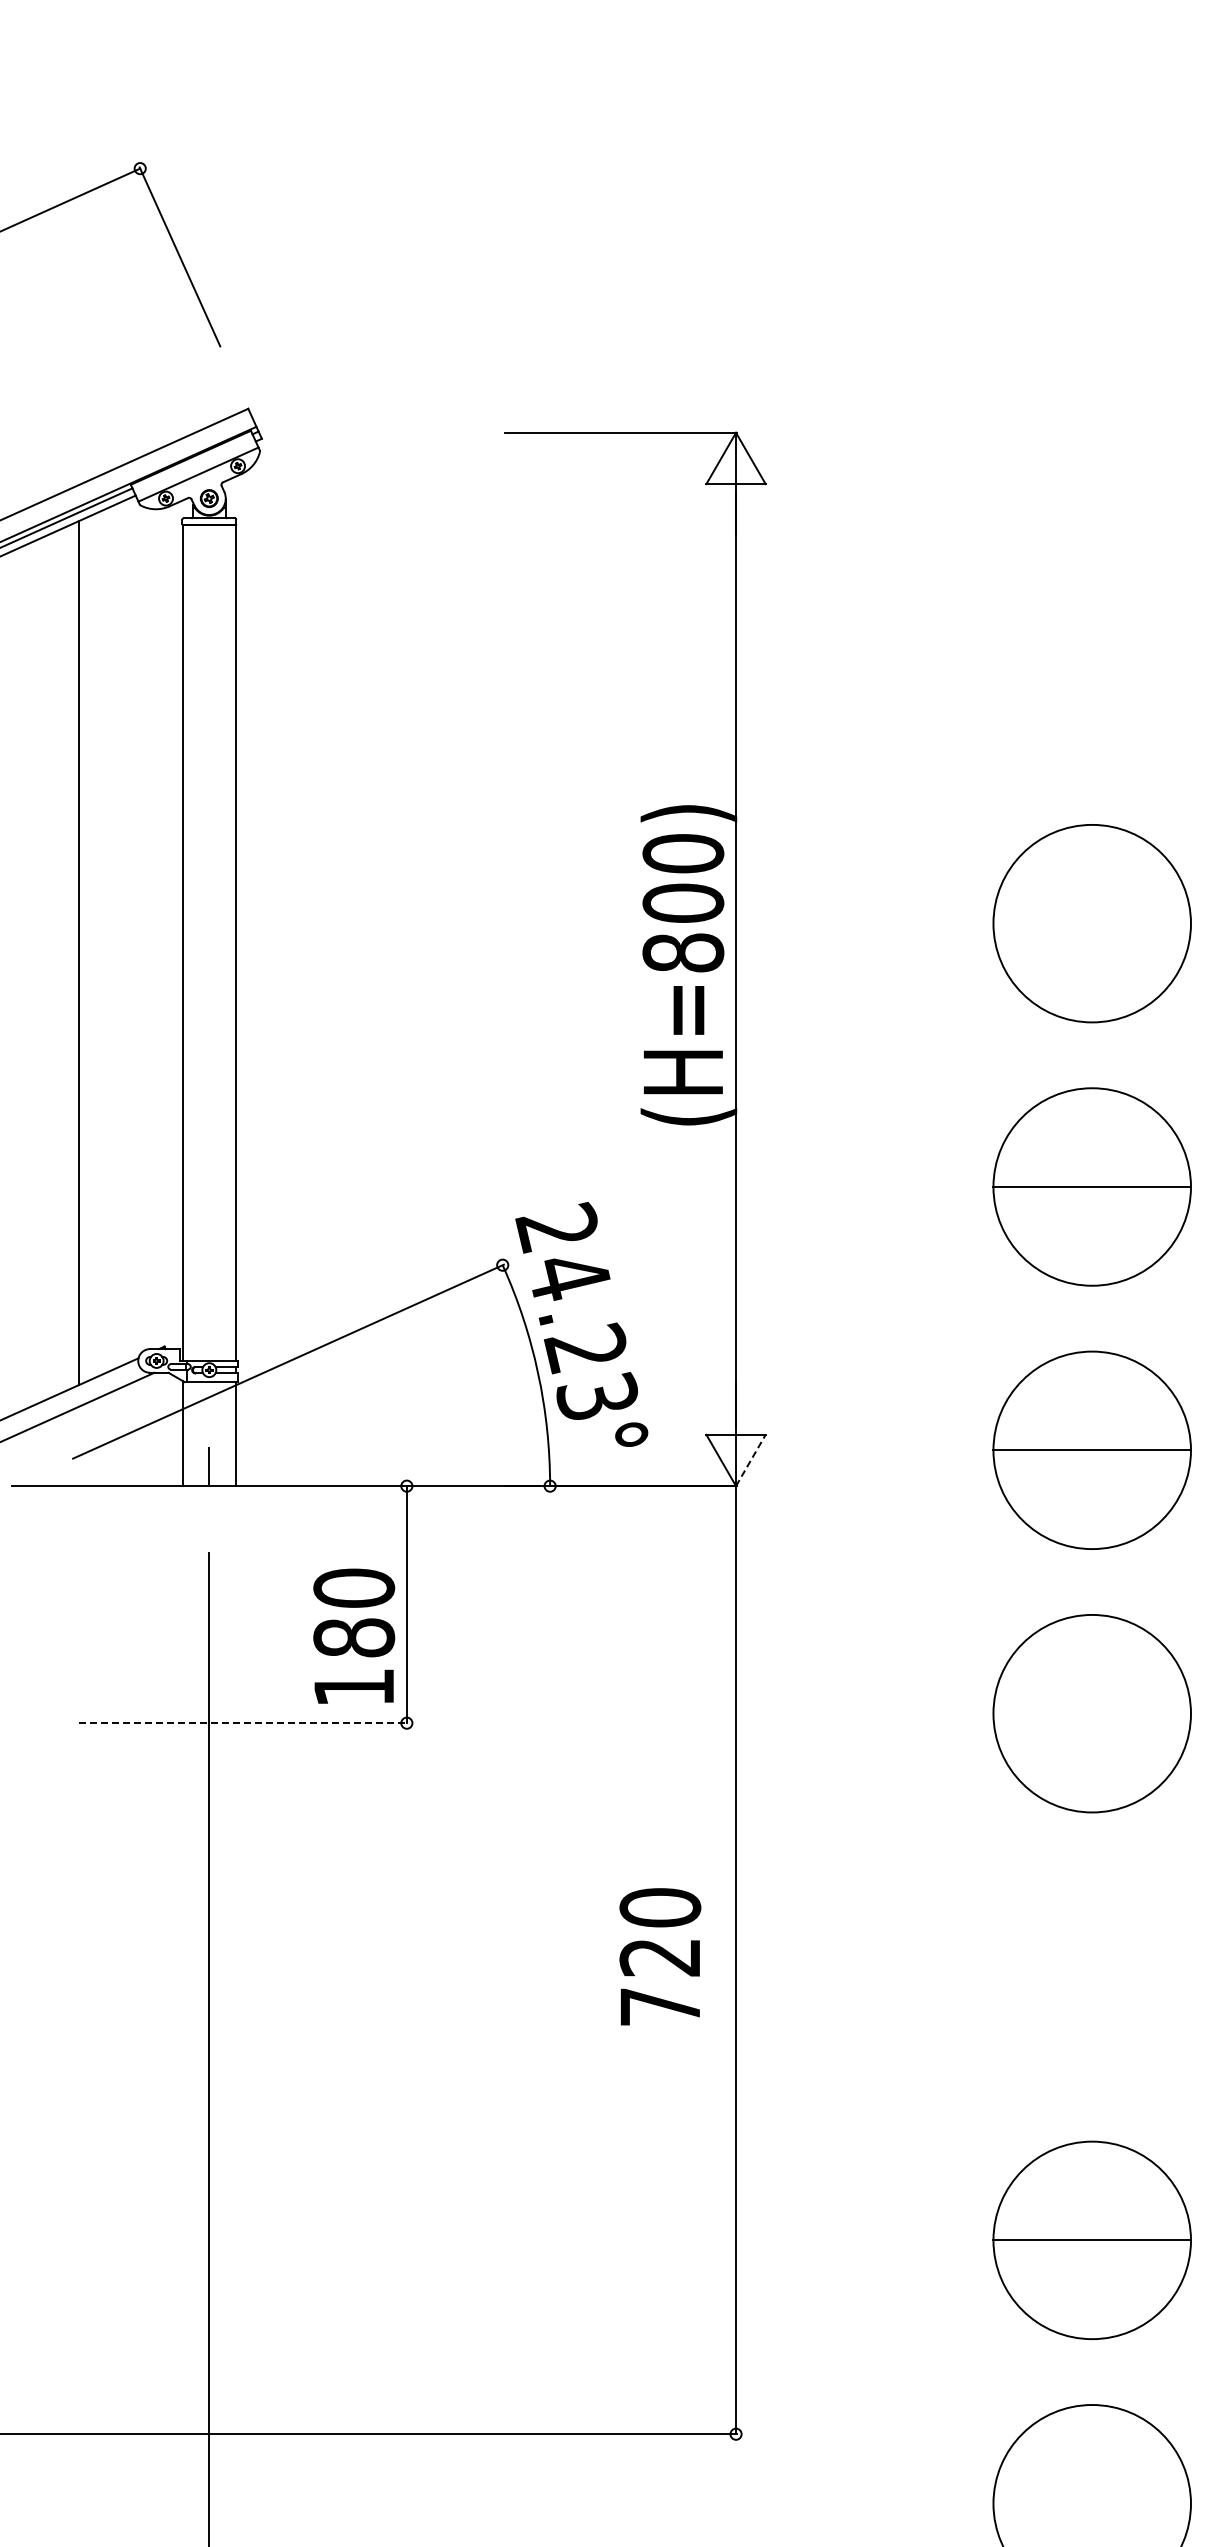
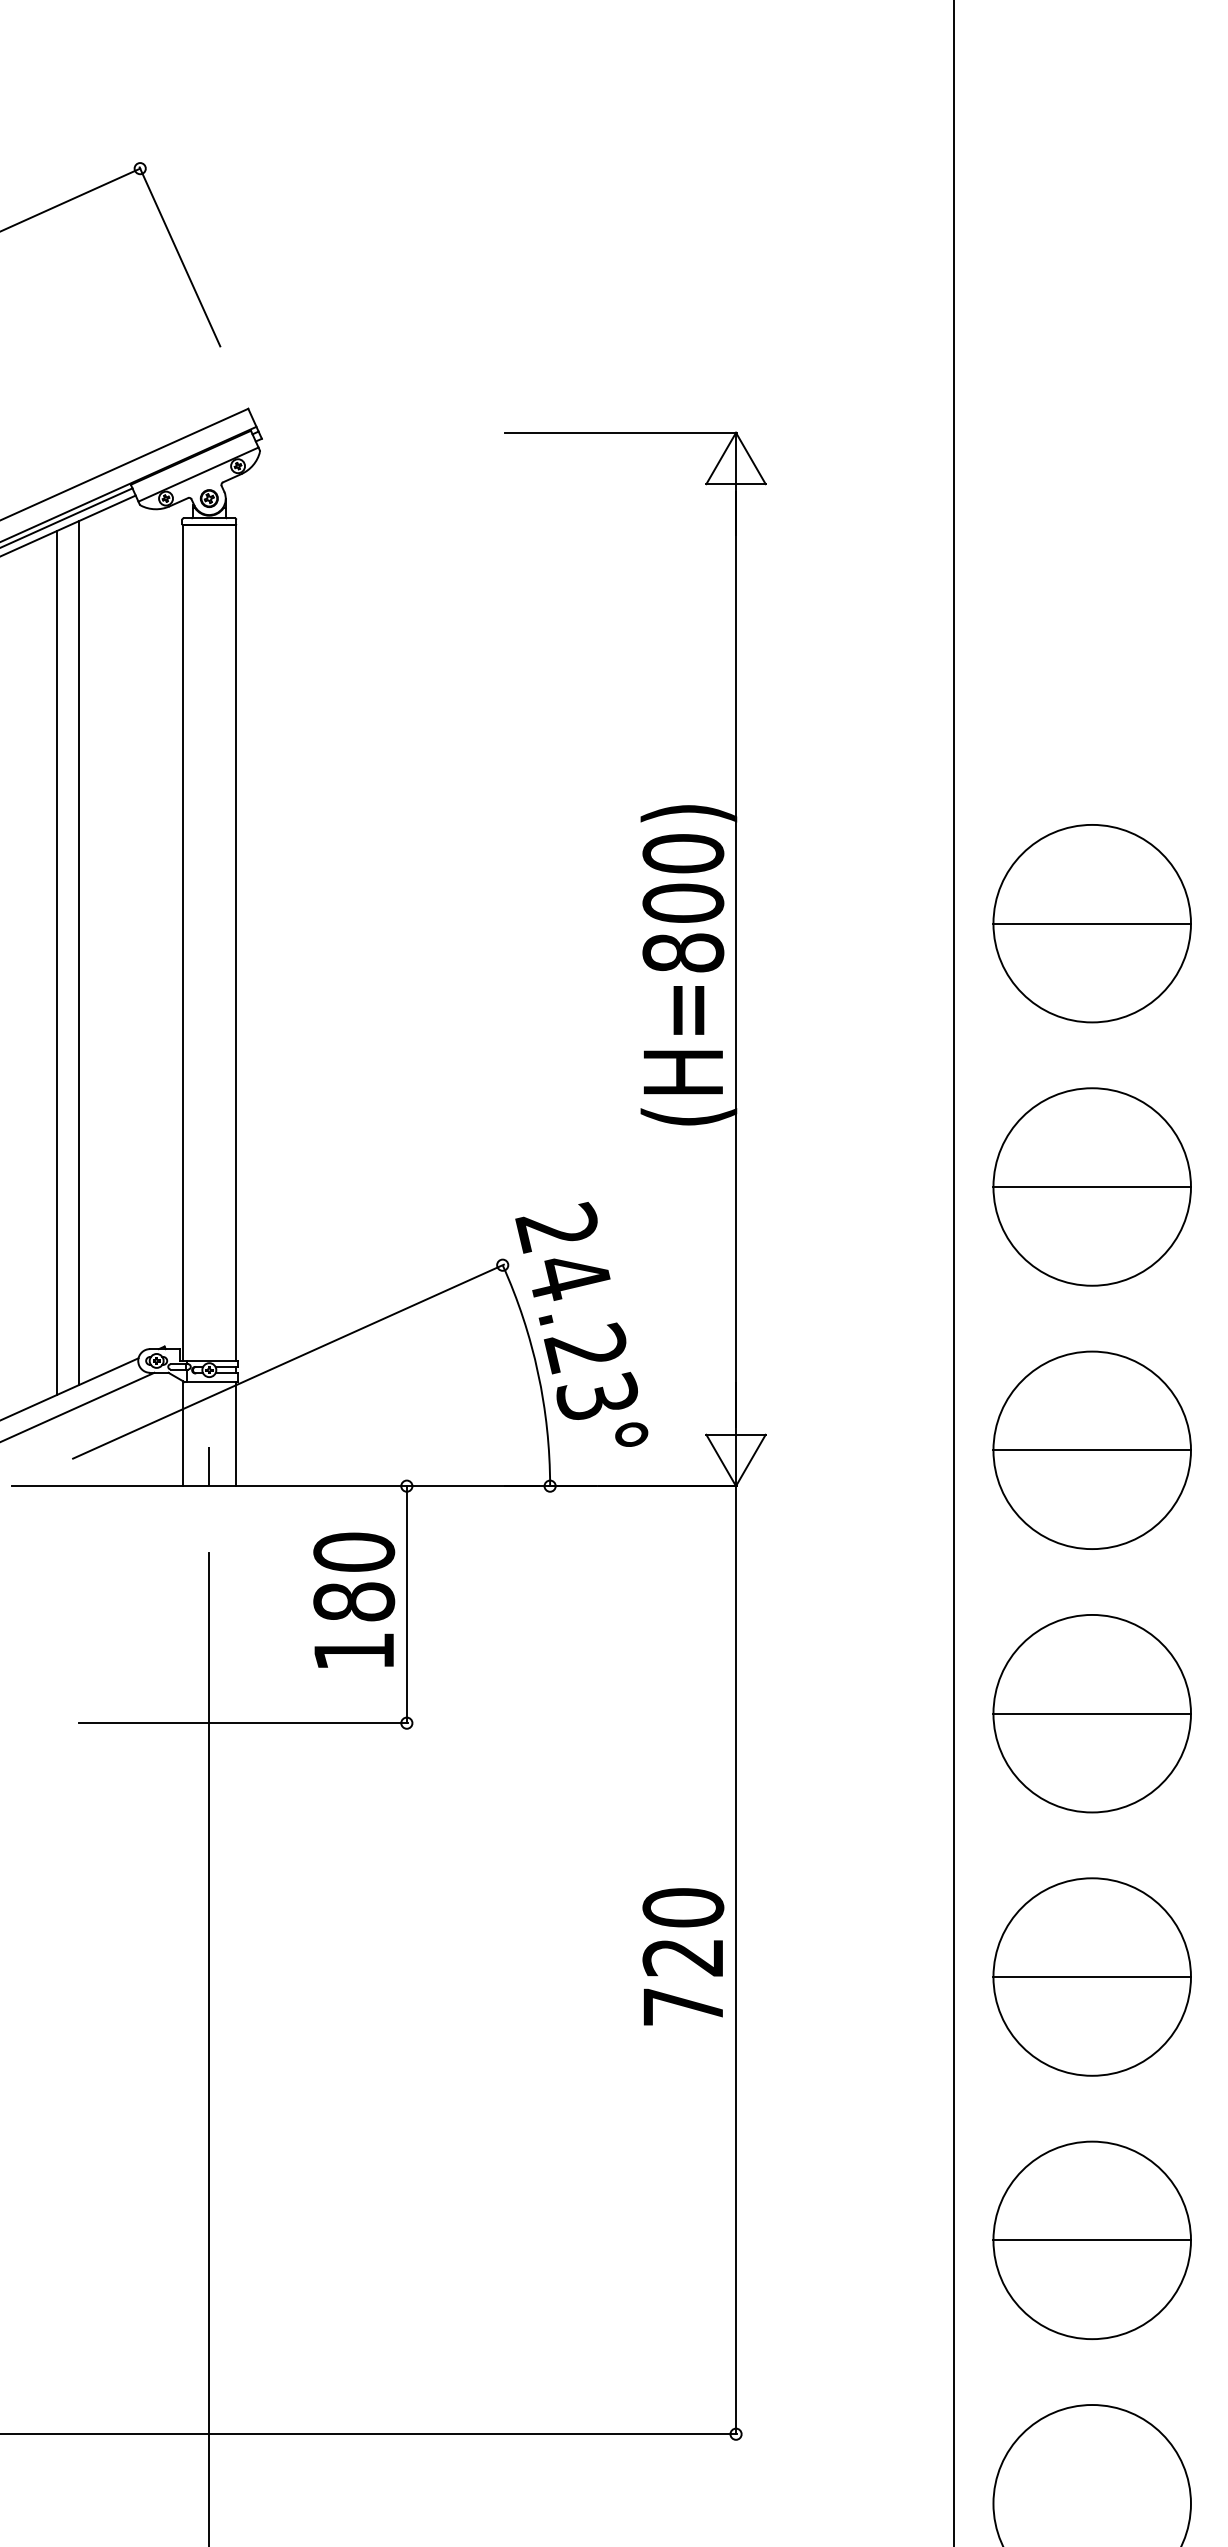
line at (1091, 923): none -> present
line at (56, 963): none -> present
line at (953, 1272): none -> present
line at (750, 1460): dashed -> solid
text at (354, 1635) position: (354, 1635) -> (354, 1599)
line at (1091, 1713): none -> present
line at (243, 1723): dashed -> solid
text at (660, 1956) position: (660, 1956) -> (683, 1956)
part at (1091, 1976): none -> present
